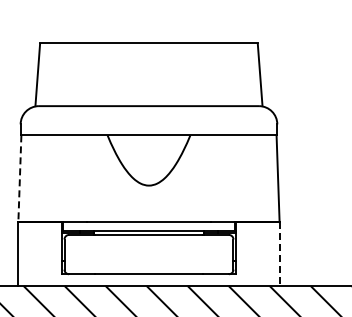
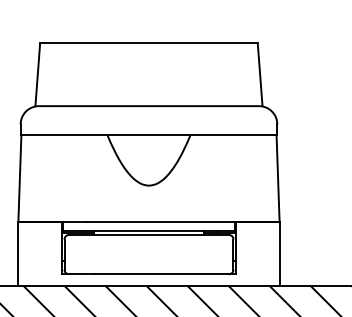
line at (19, 179): dashed -> solid
line at (279, 254): dashed -> solid
